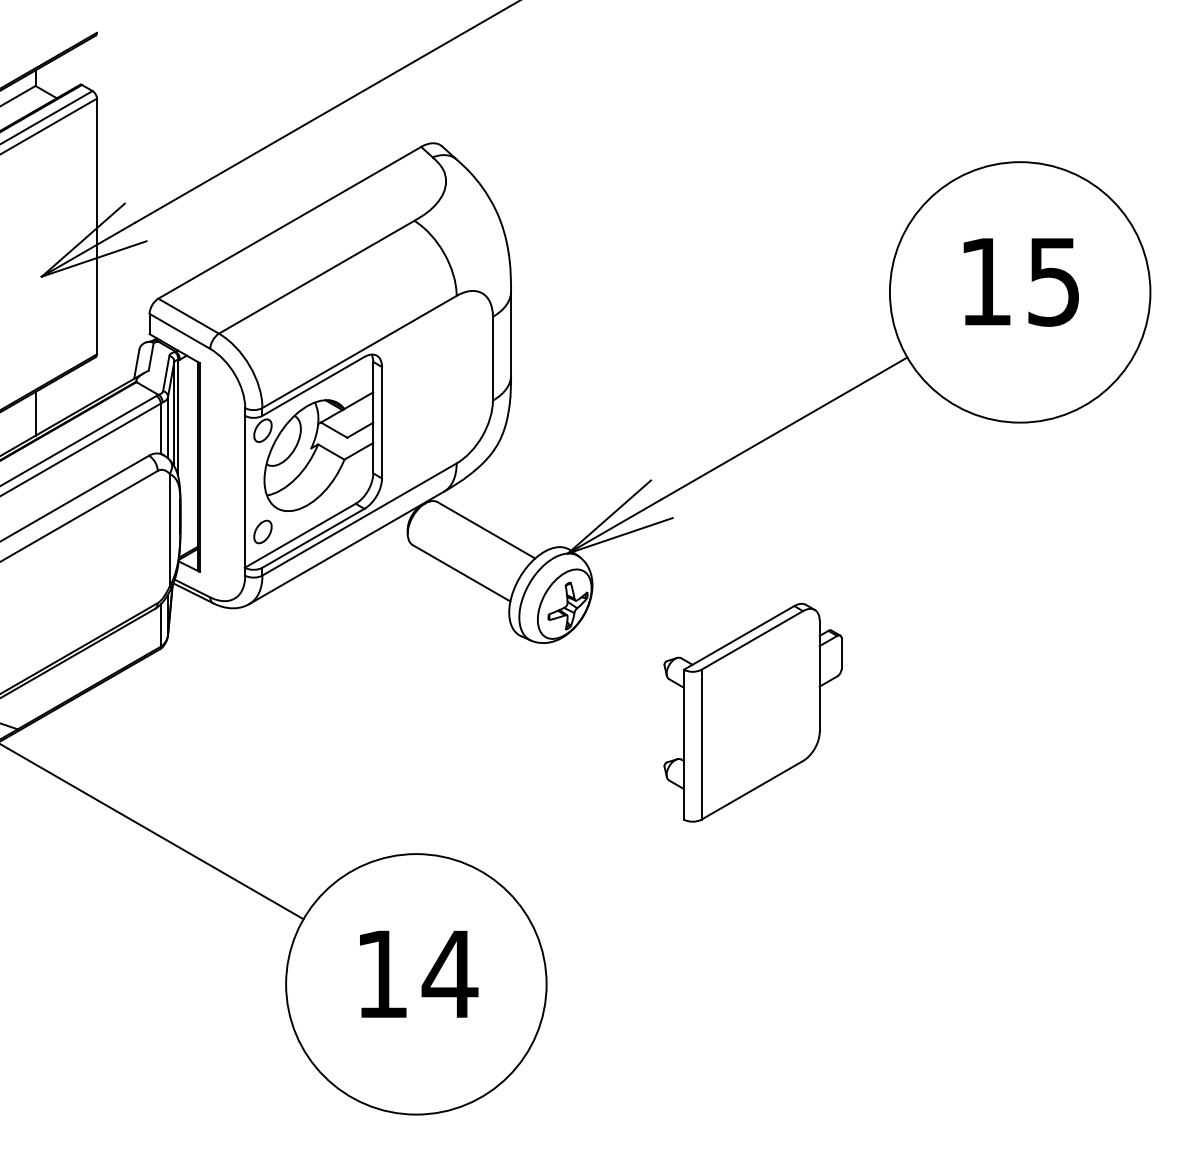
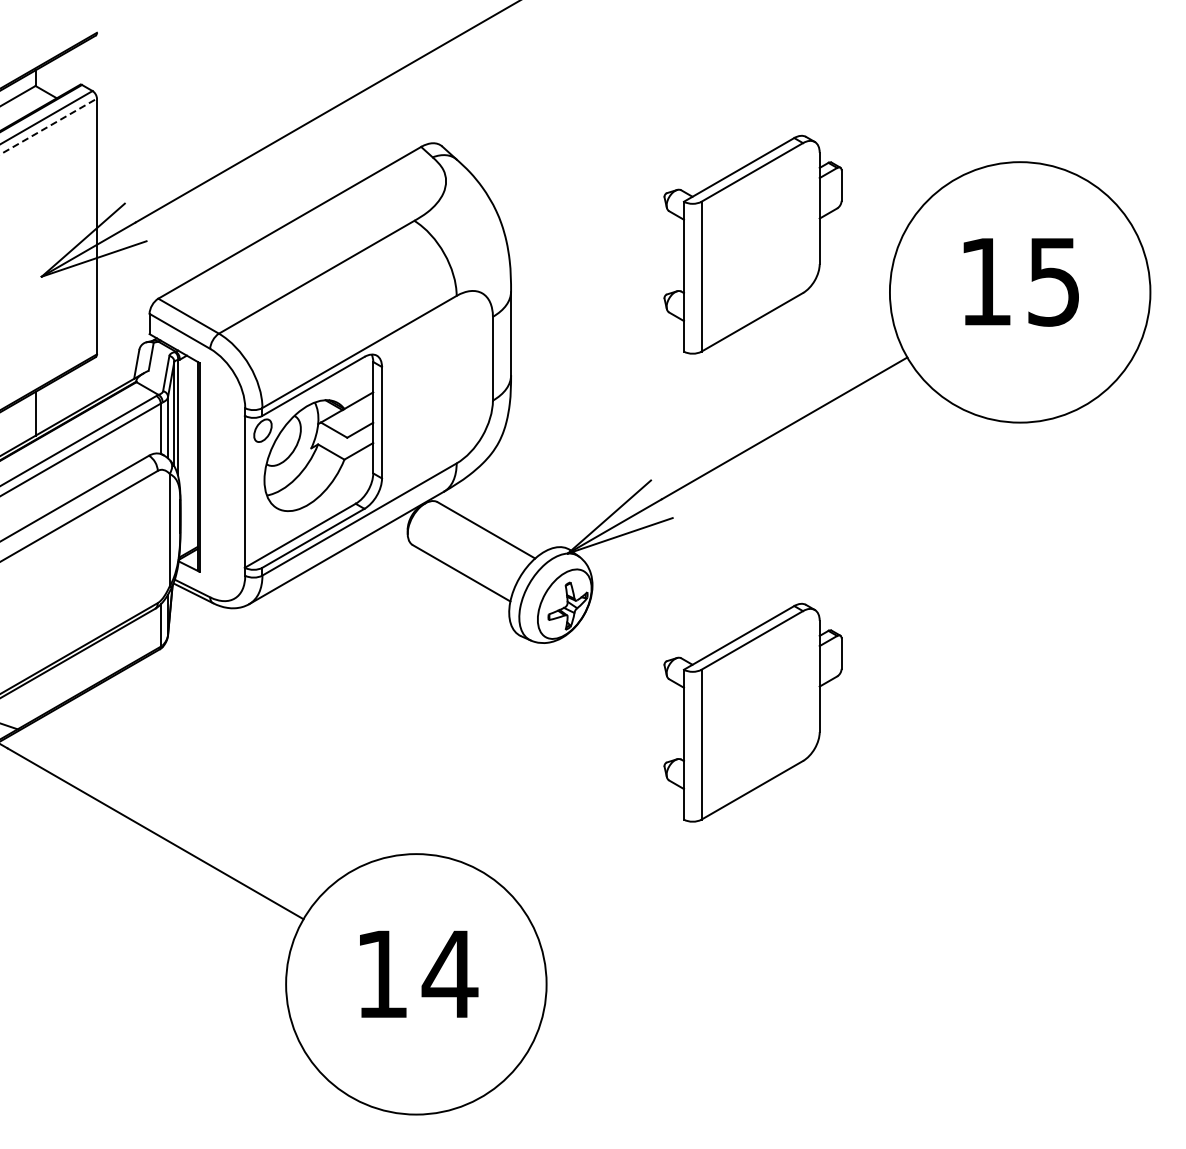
line at (48, 126): solid -> dashed
part at (752, 244): none -> present
part at (262, 531): present -> none
